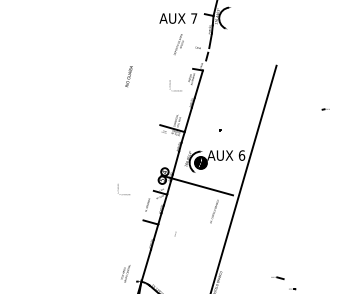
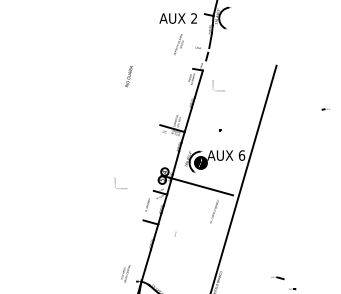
text at (194, 18): 7 -> 2
text at (175, 85) position: (175, 85) -> (218, 85)
text at (123, 189) position: (123, 189) -> (120, 183)
